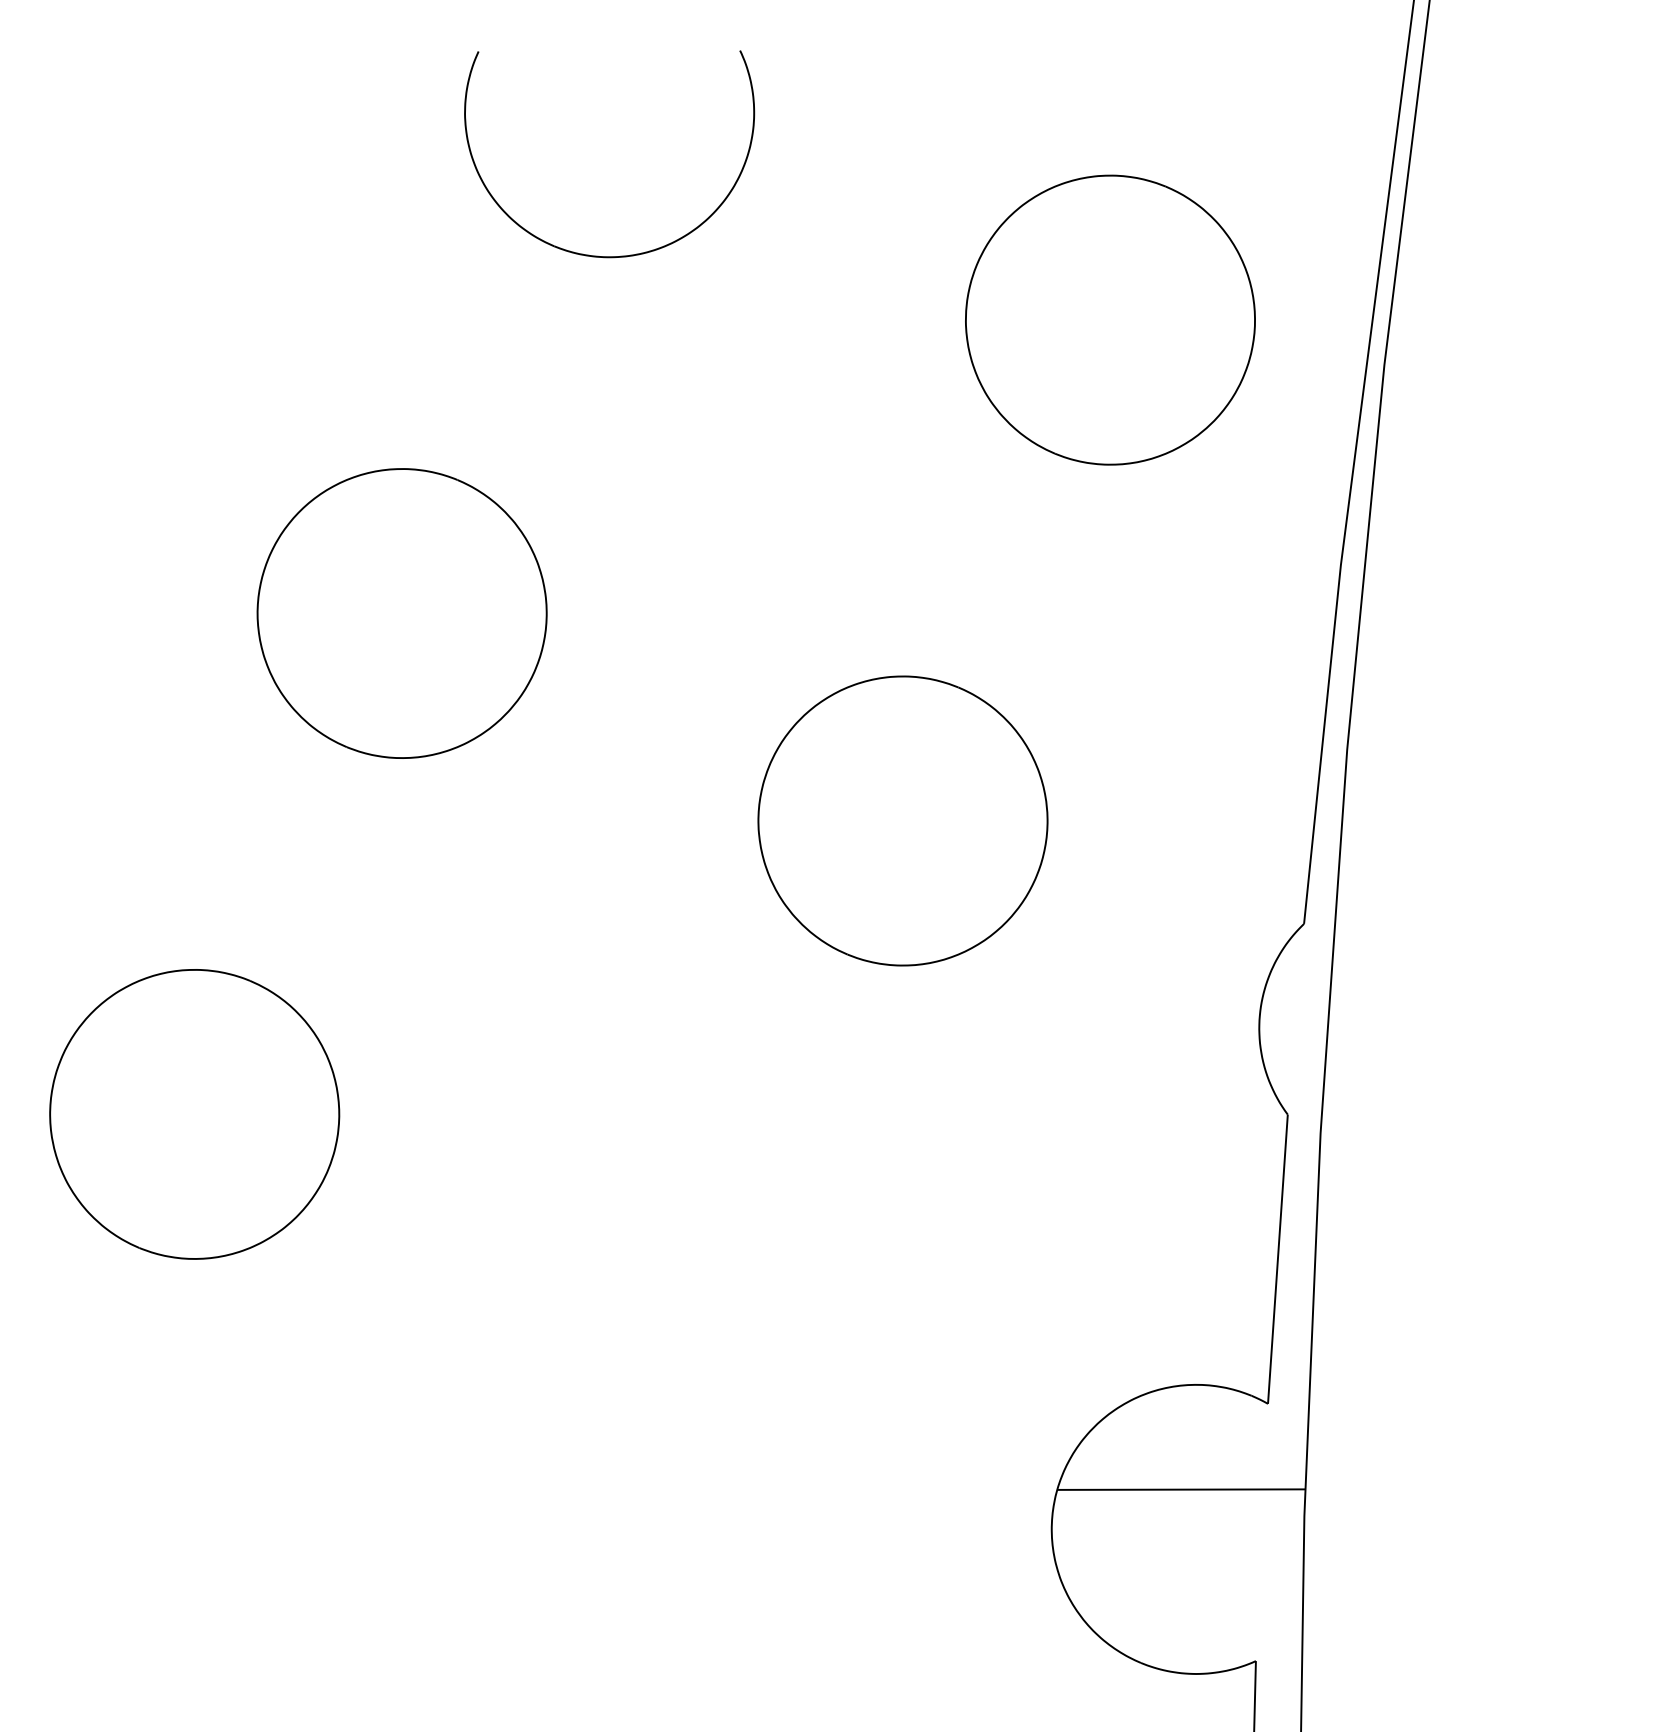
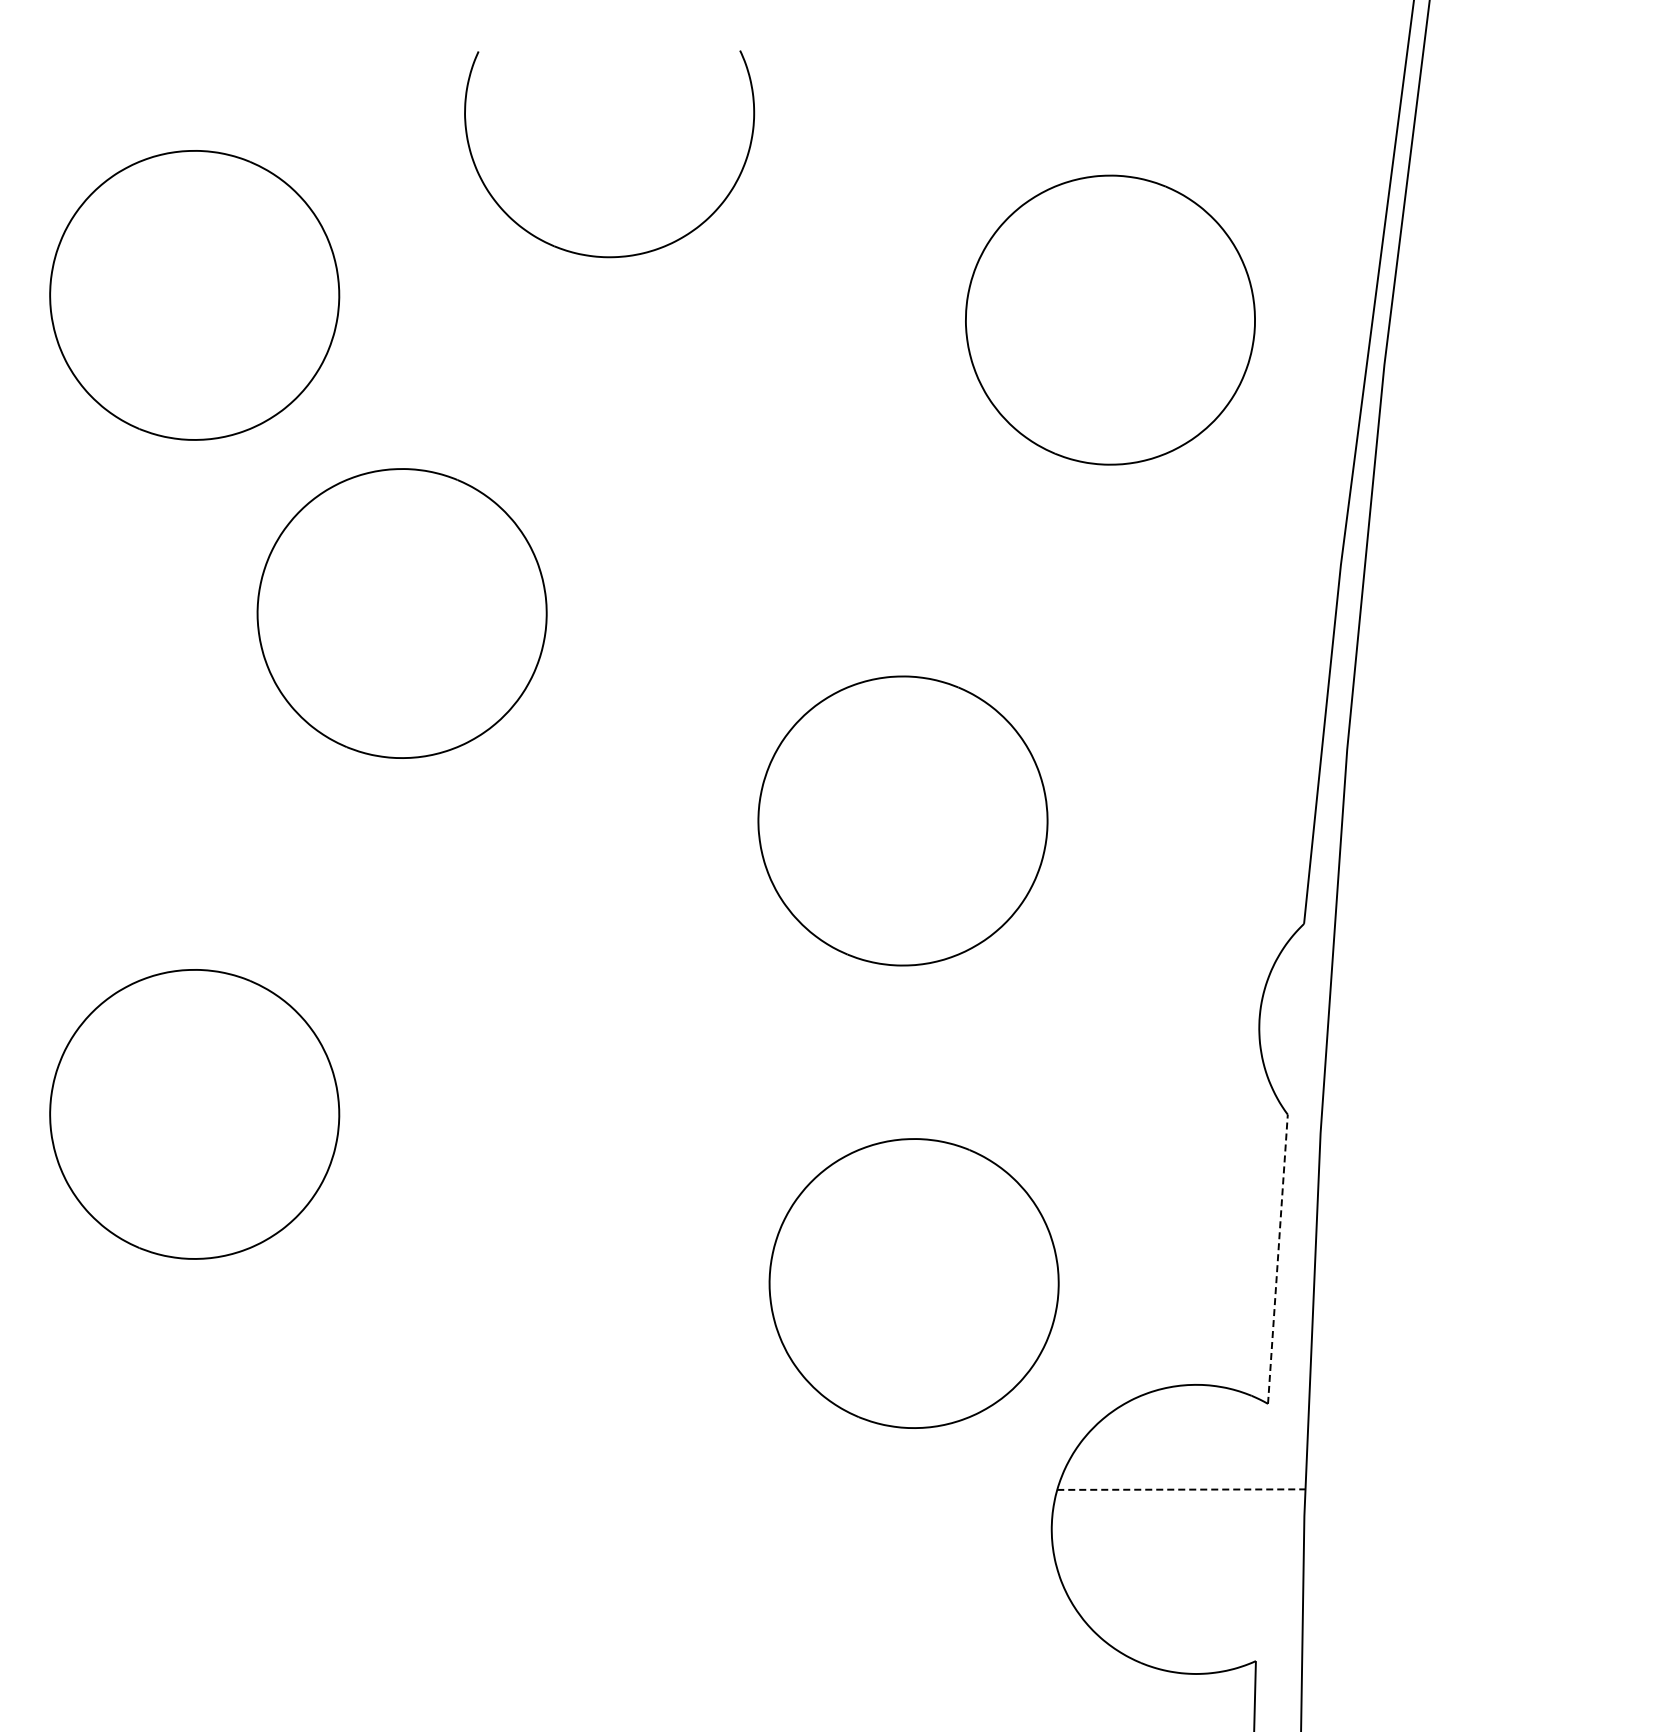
part at (194, 295): none -> present
line at (1277, 1259): solid -> dashed
part at (913, 1283): none -> present
line at (1181, 1489): solid -> dashed
